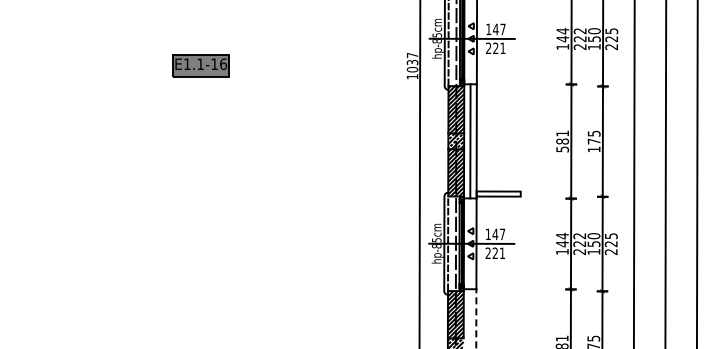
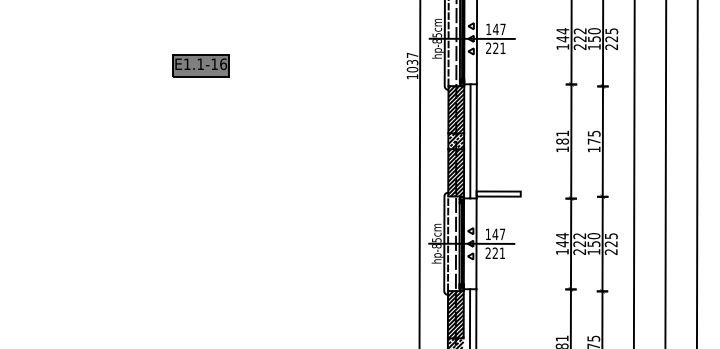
text at (562, 149): 581 -> 181
line at (469, 317): none -> present
line at (476, 319): dashed -> solid
